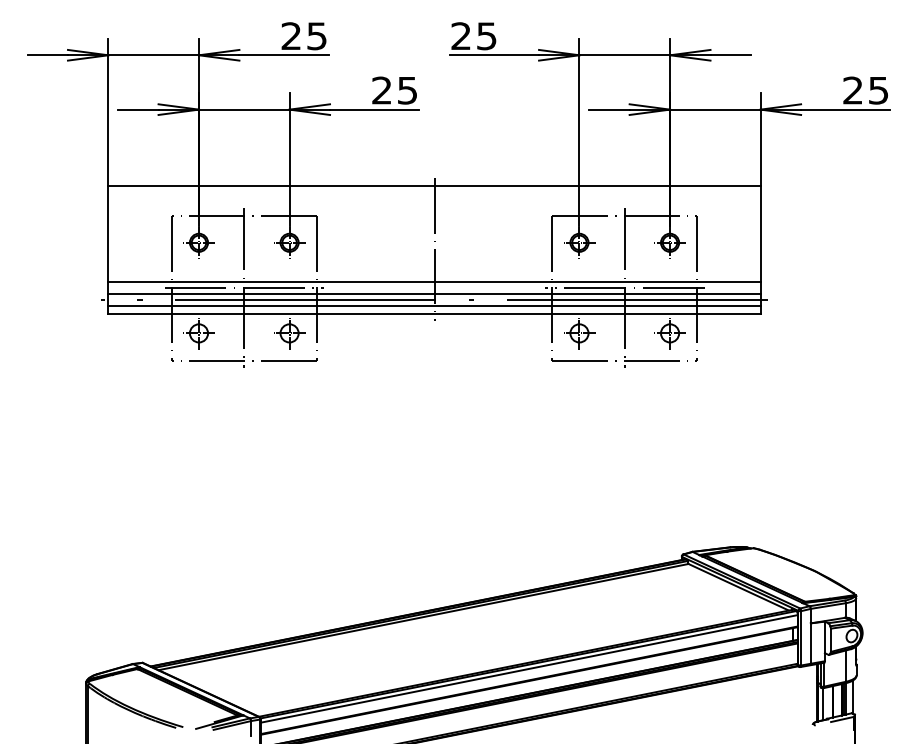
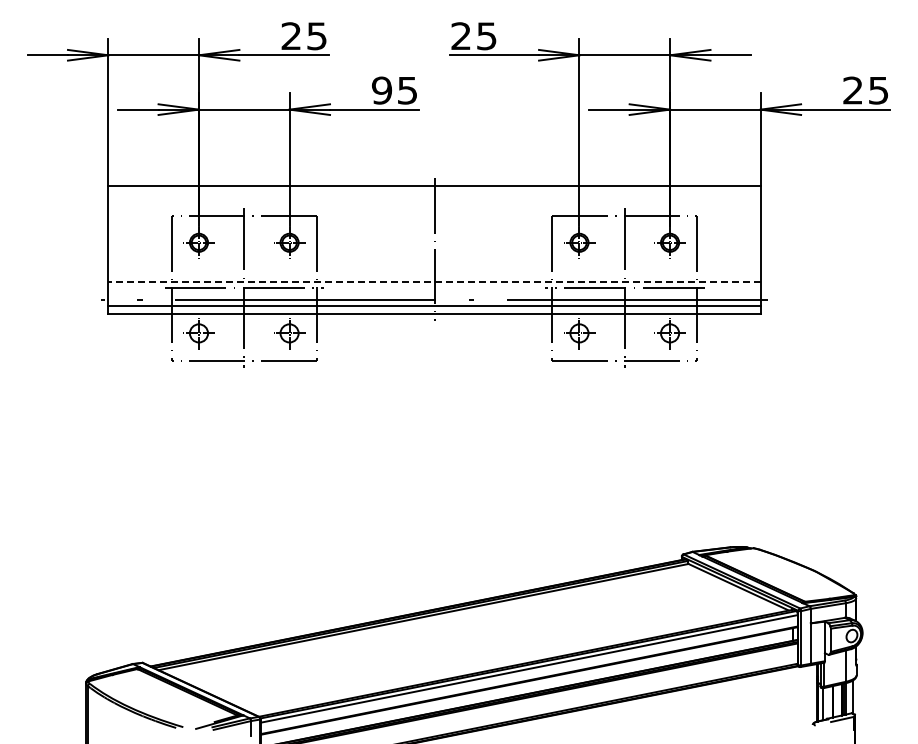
text at (381, 90): 25 -> 95
line at (434, 281): solid -> dashed
line at (434, 293): present -> none
